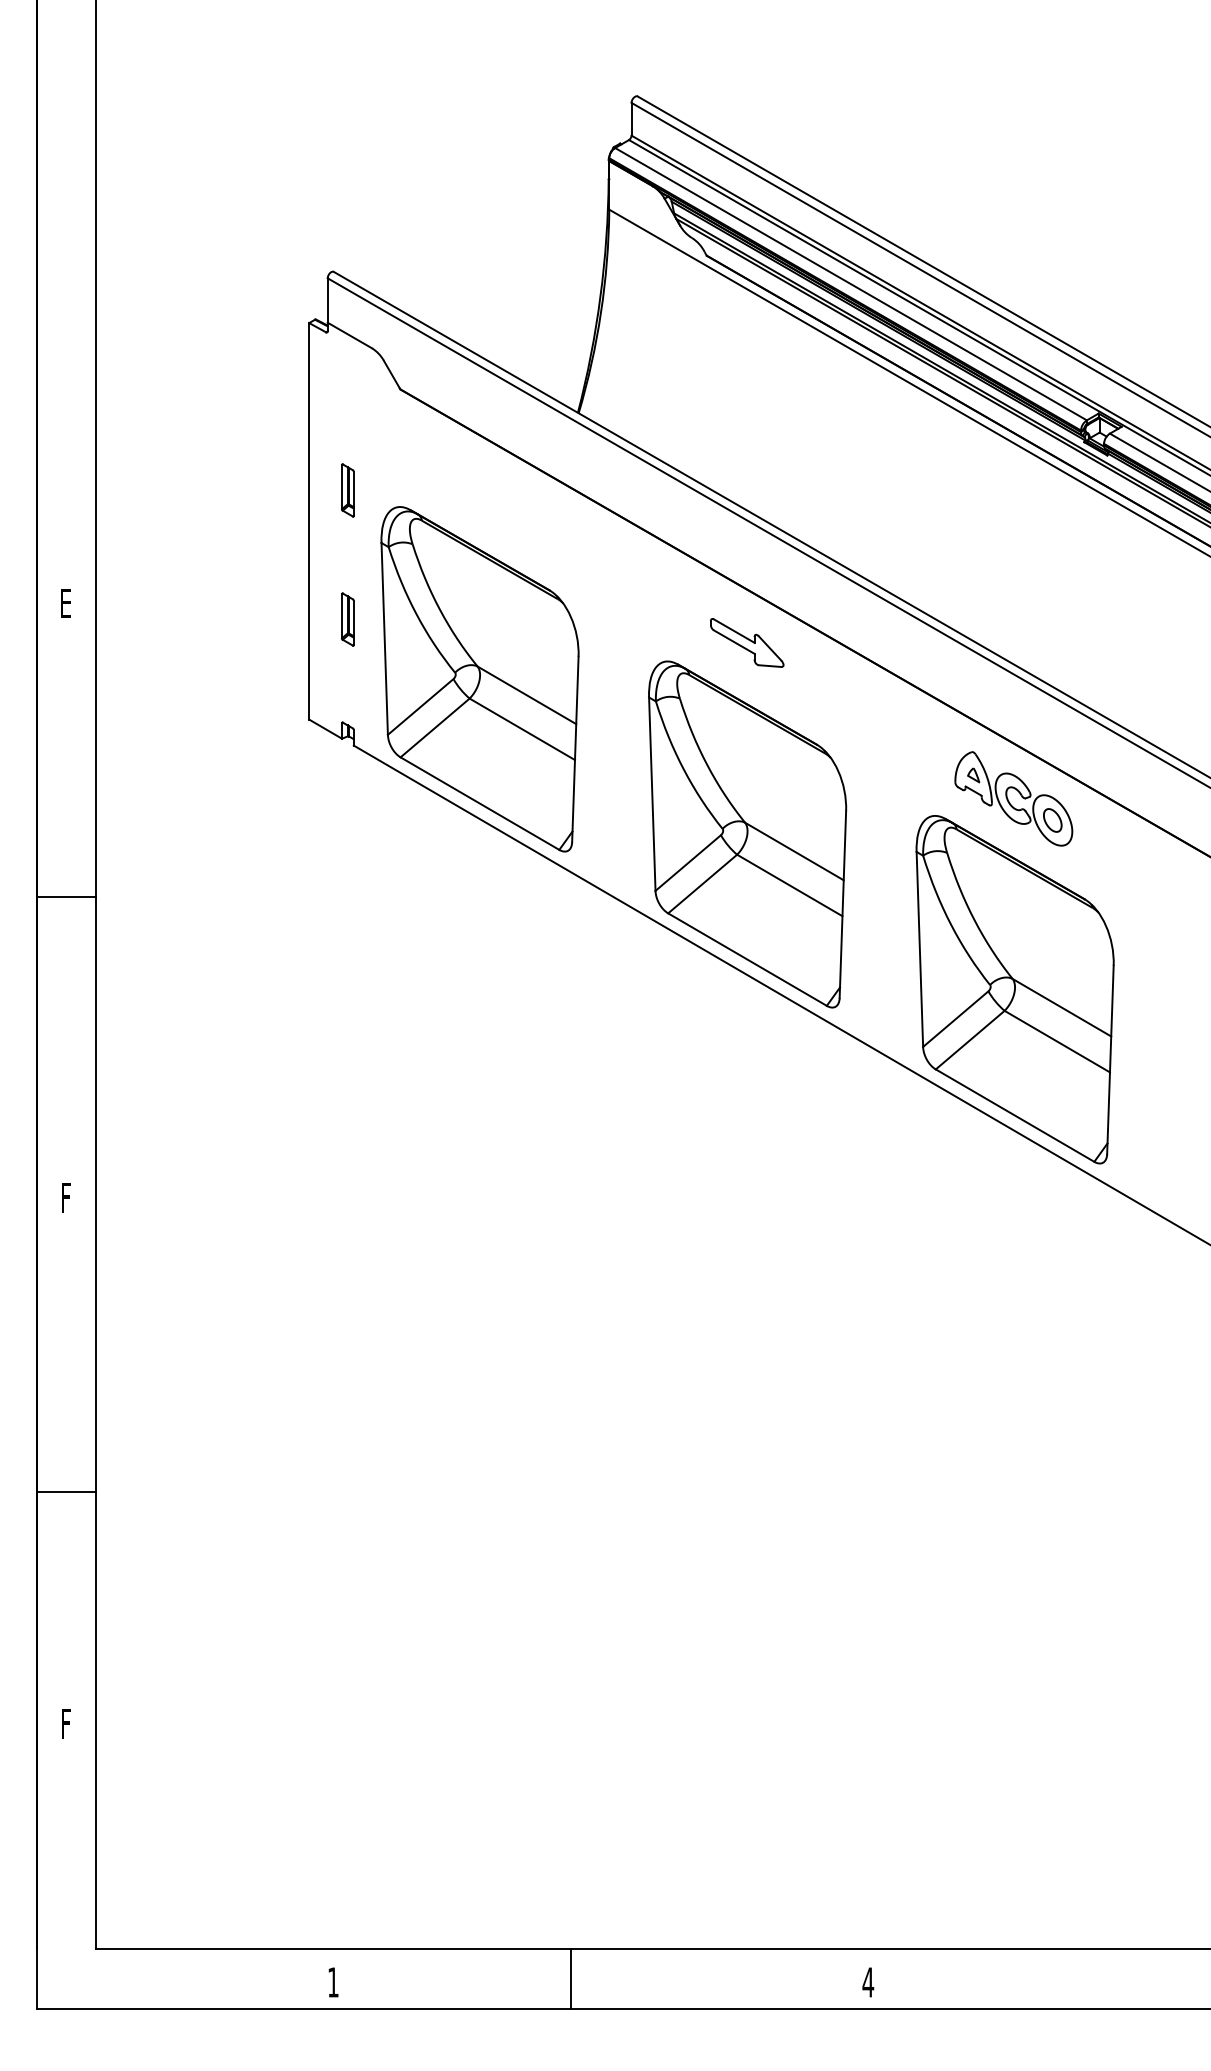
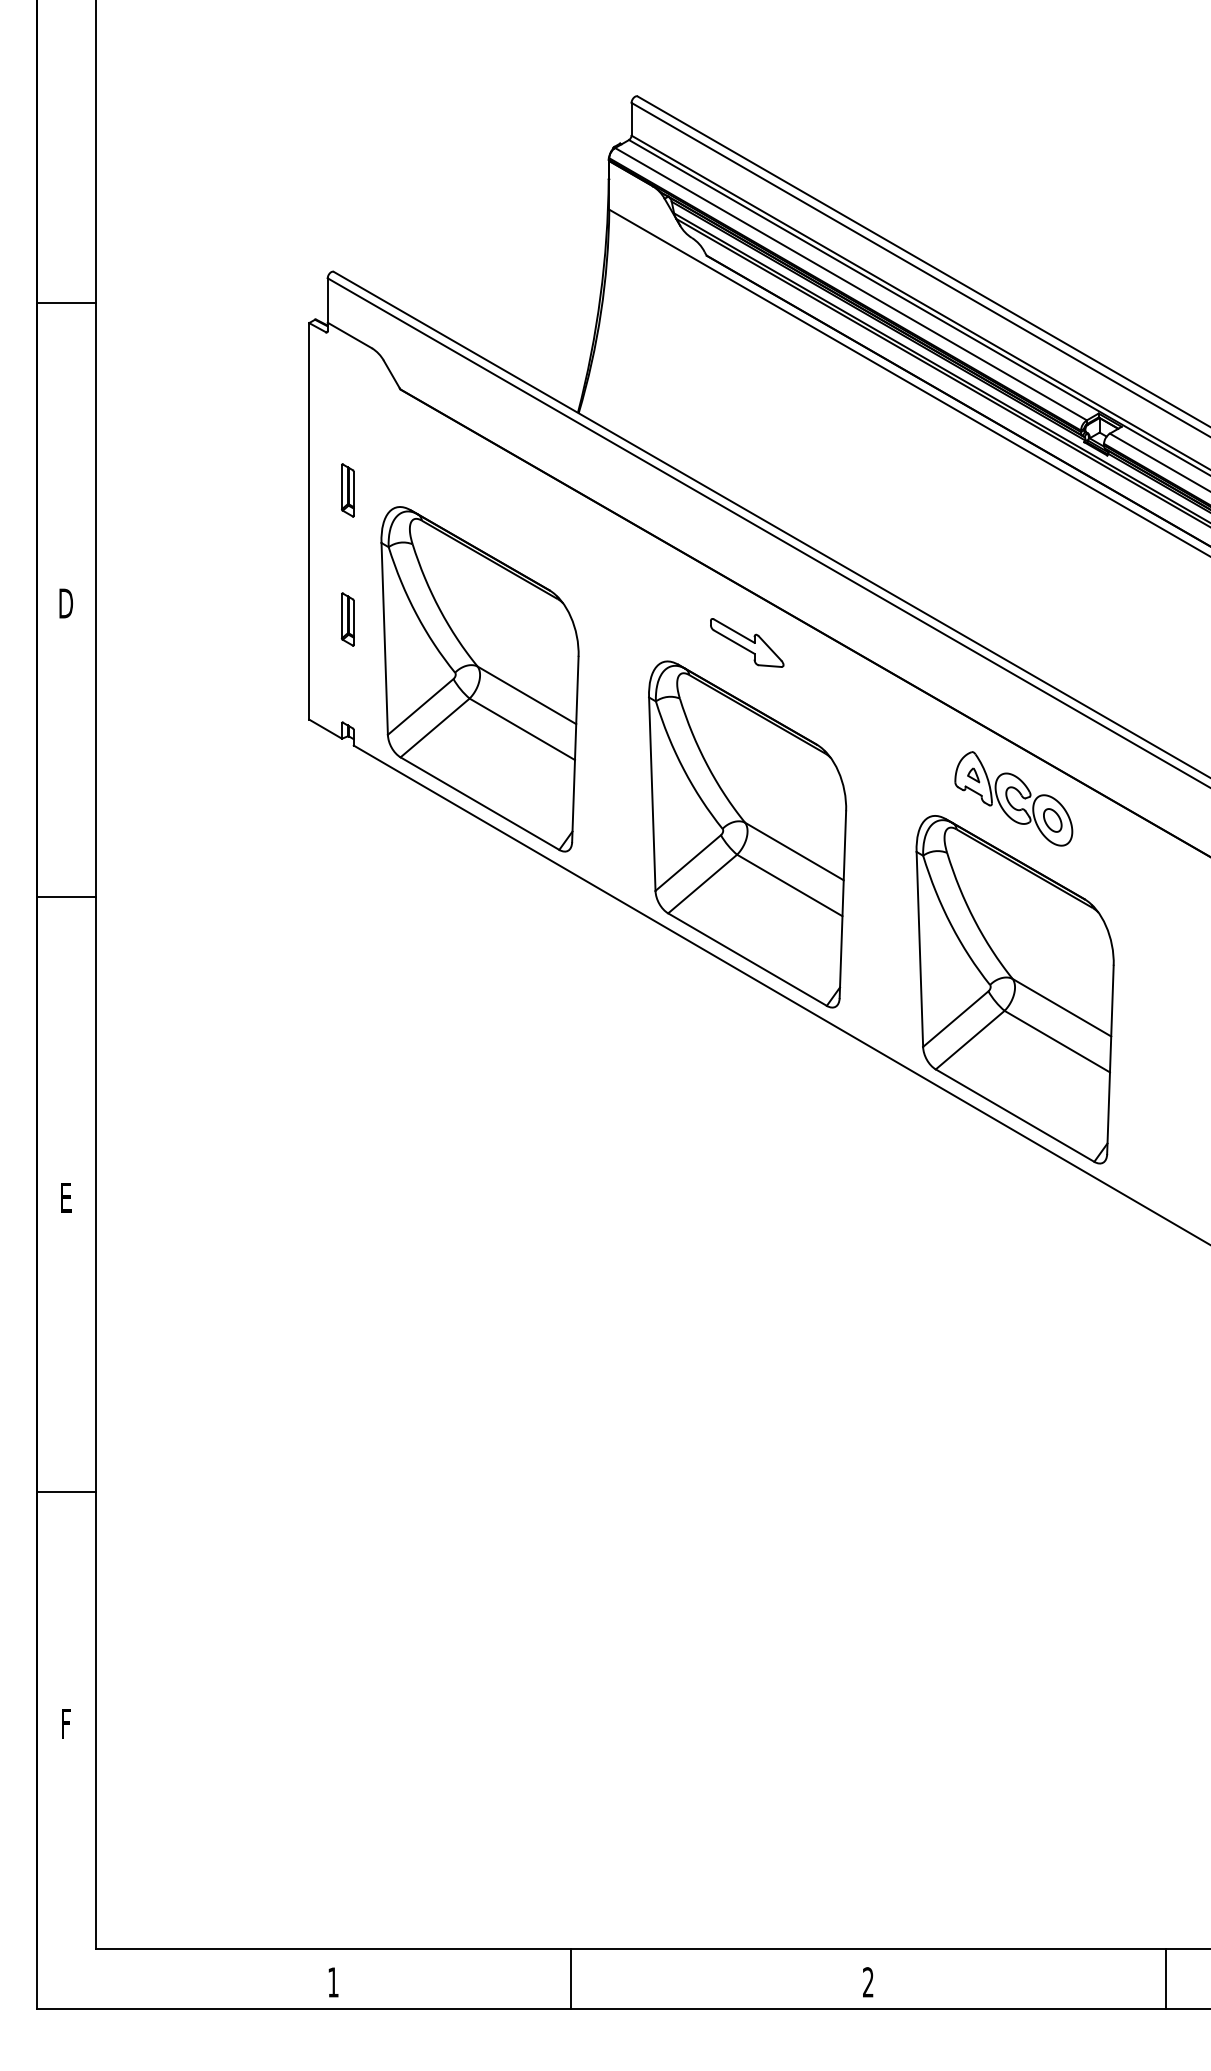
line at (65, 303): none -> present
text at (66, 603): E -> D
text at (66, 1197): F -> E
line at (1165, 1978): none -> present
text at (868, 1982): 4 -> 2
